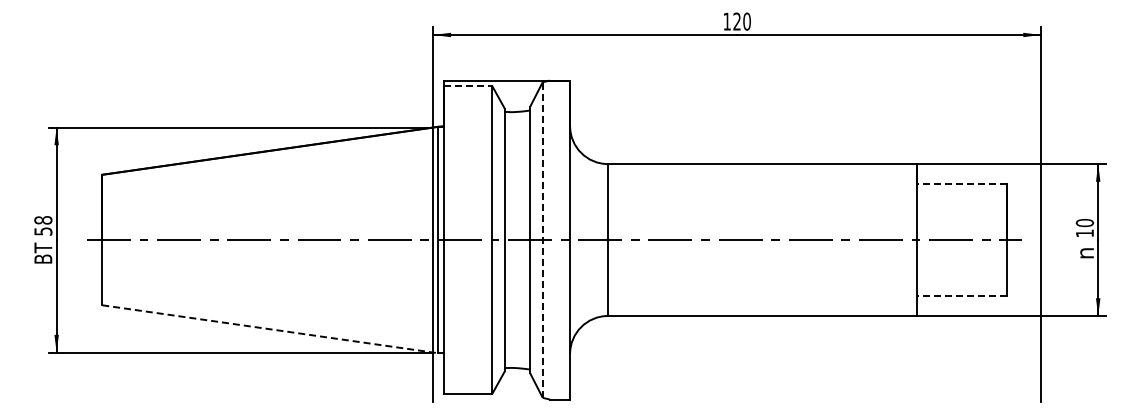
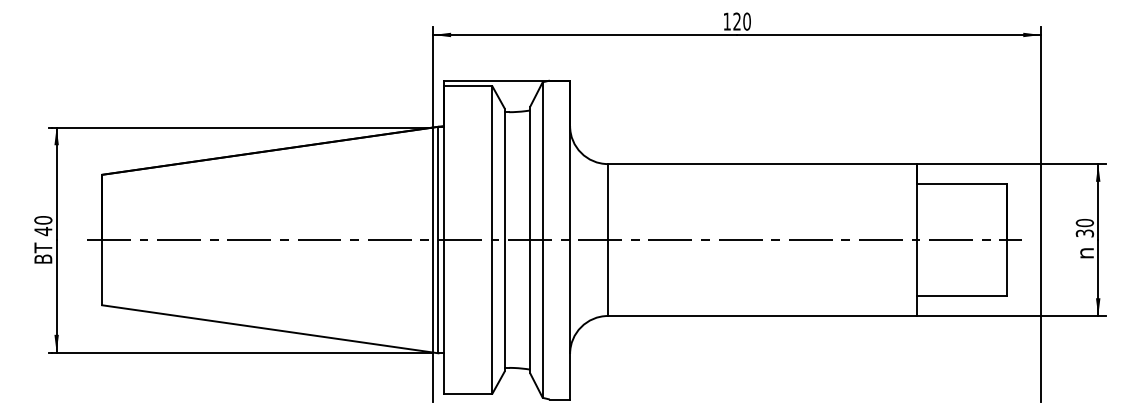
line at (468, 85): dashed -> solid
line at (962, 184): dashed -> solid
text at (43, 226): 58 -> 40
text at (1084, 233): 10 -> 30
line at (542, 240): dashed -> solid
line at (962, 295): dashed -> solid
line at (270, 329): dashed -> solid
